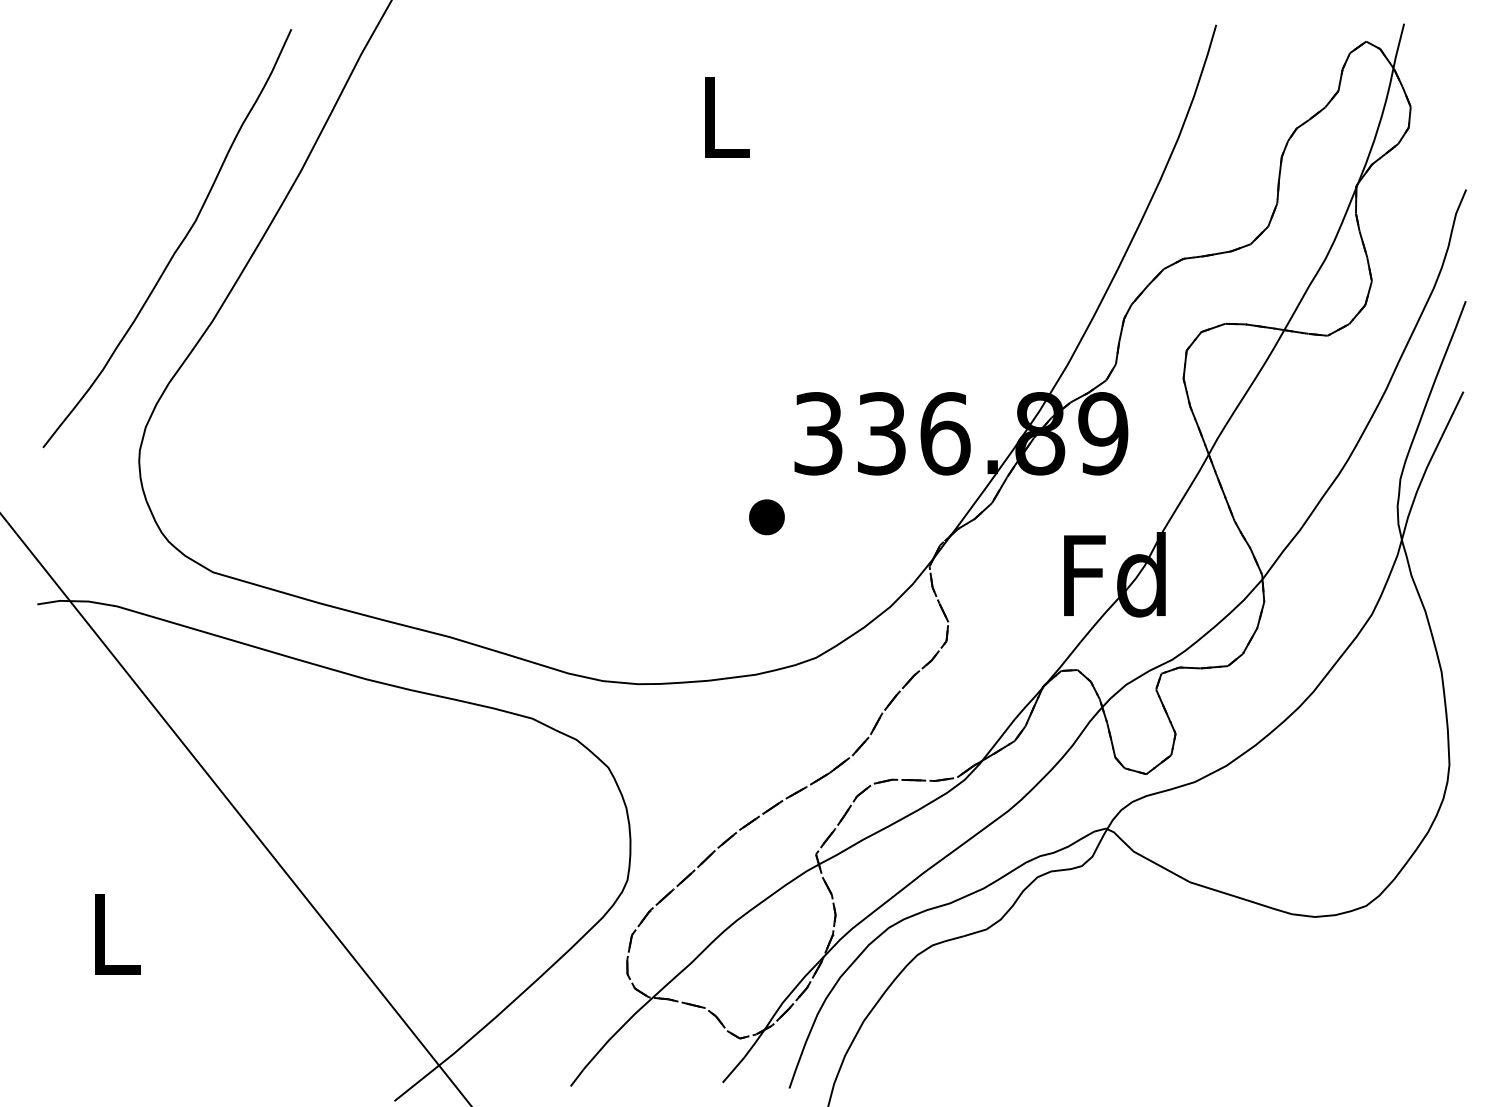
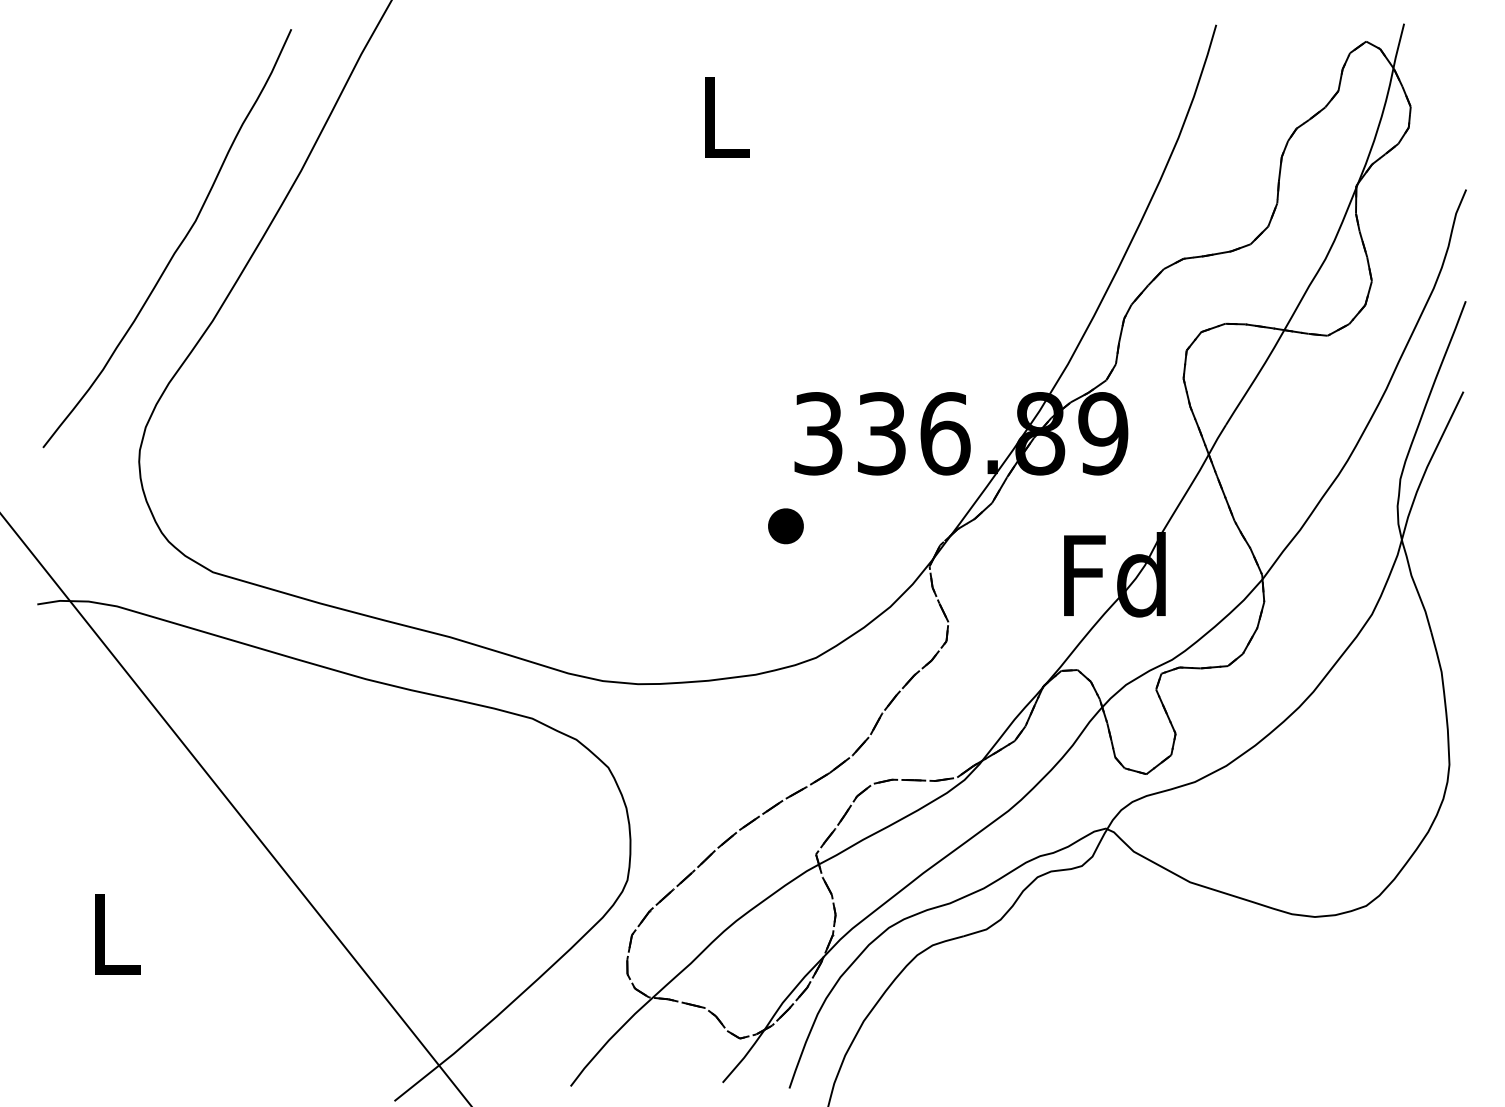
part at (766, 517) position: (766, 517) -> (785, 526)
